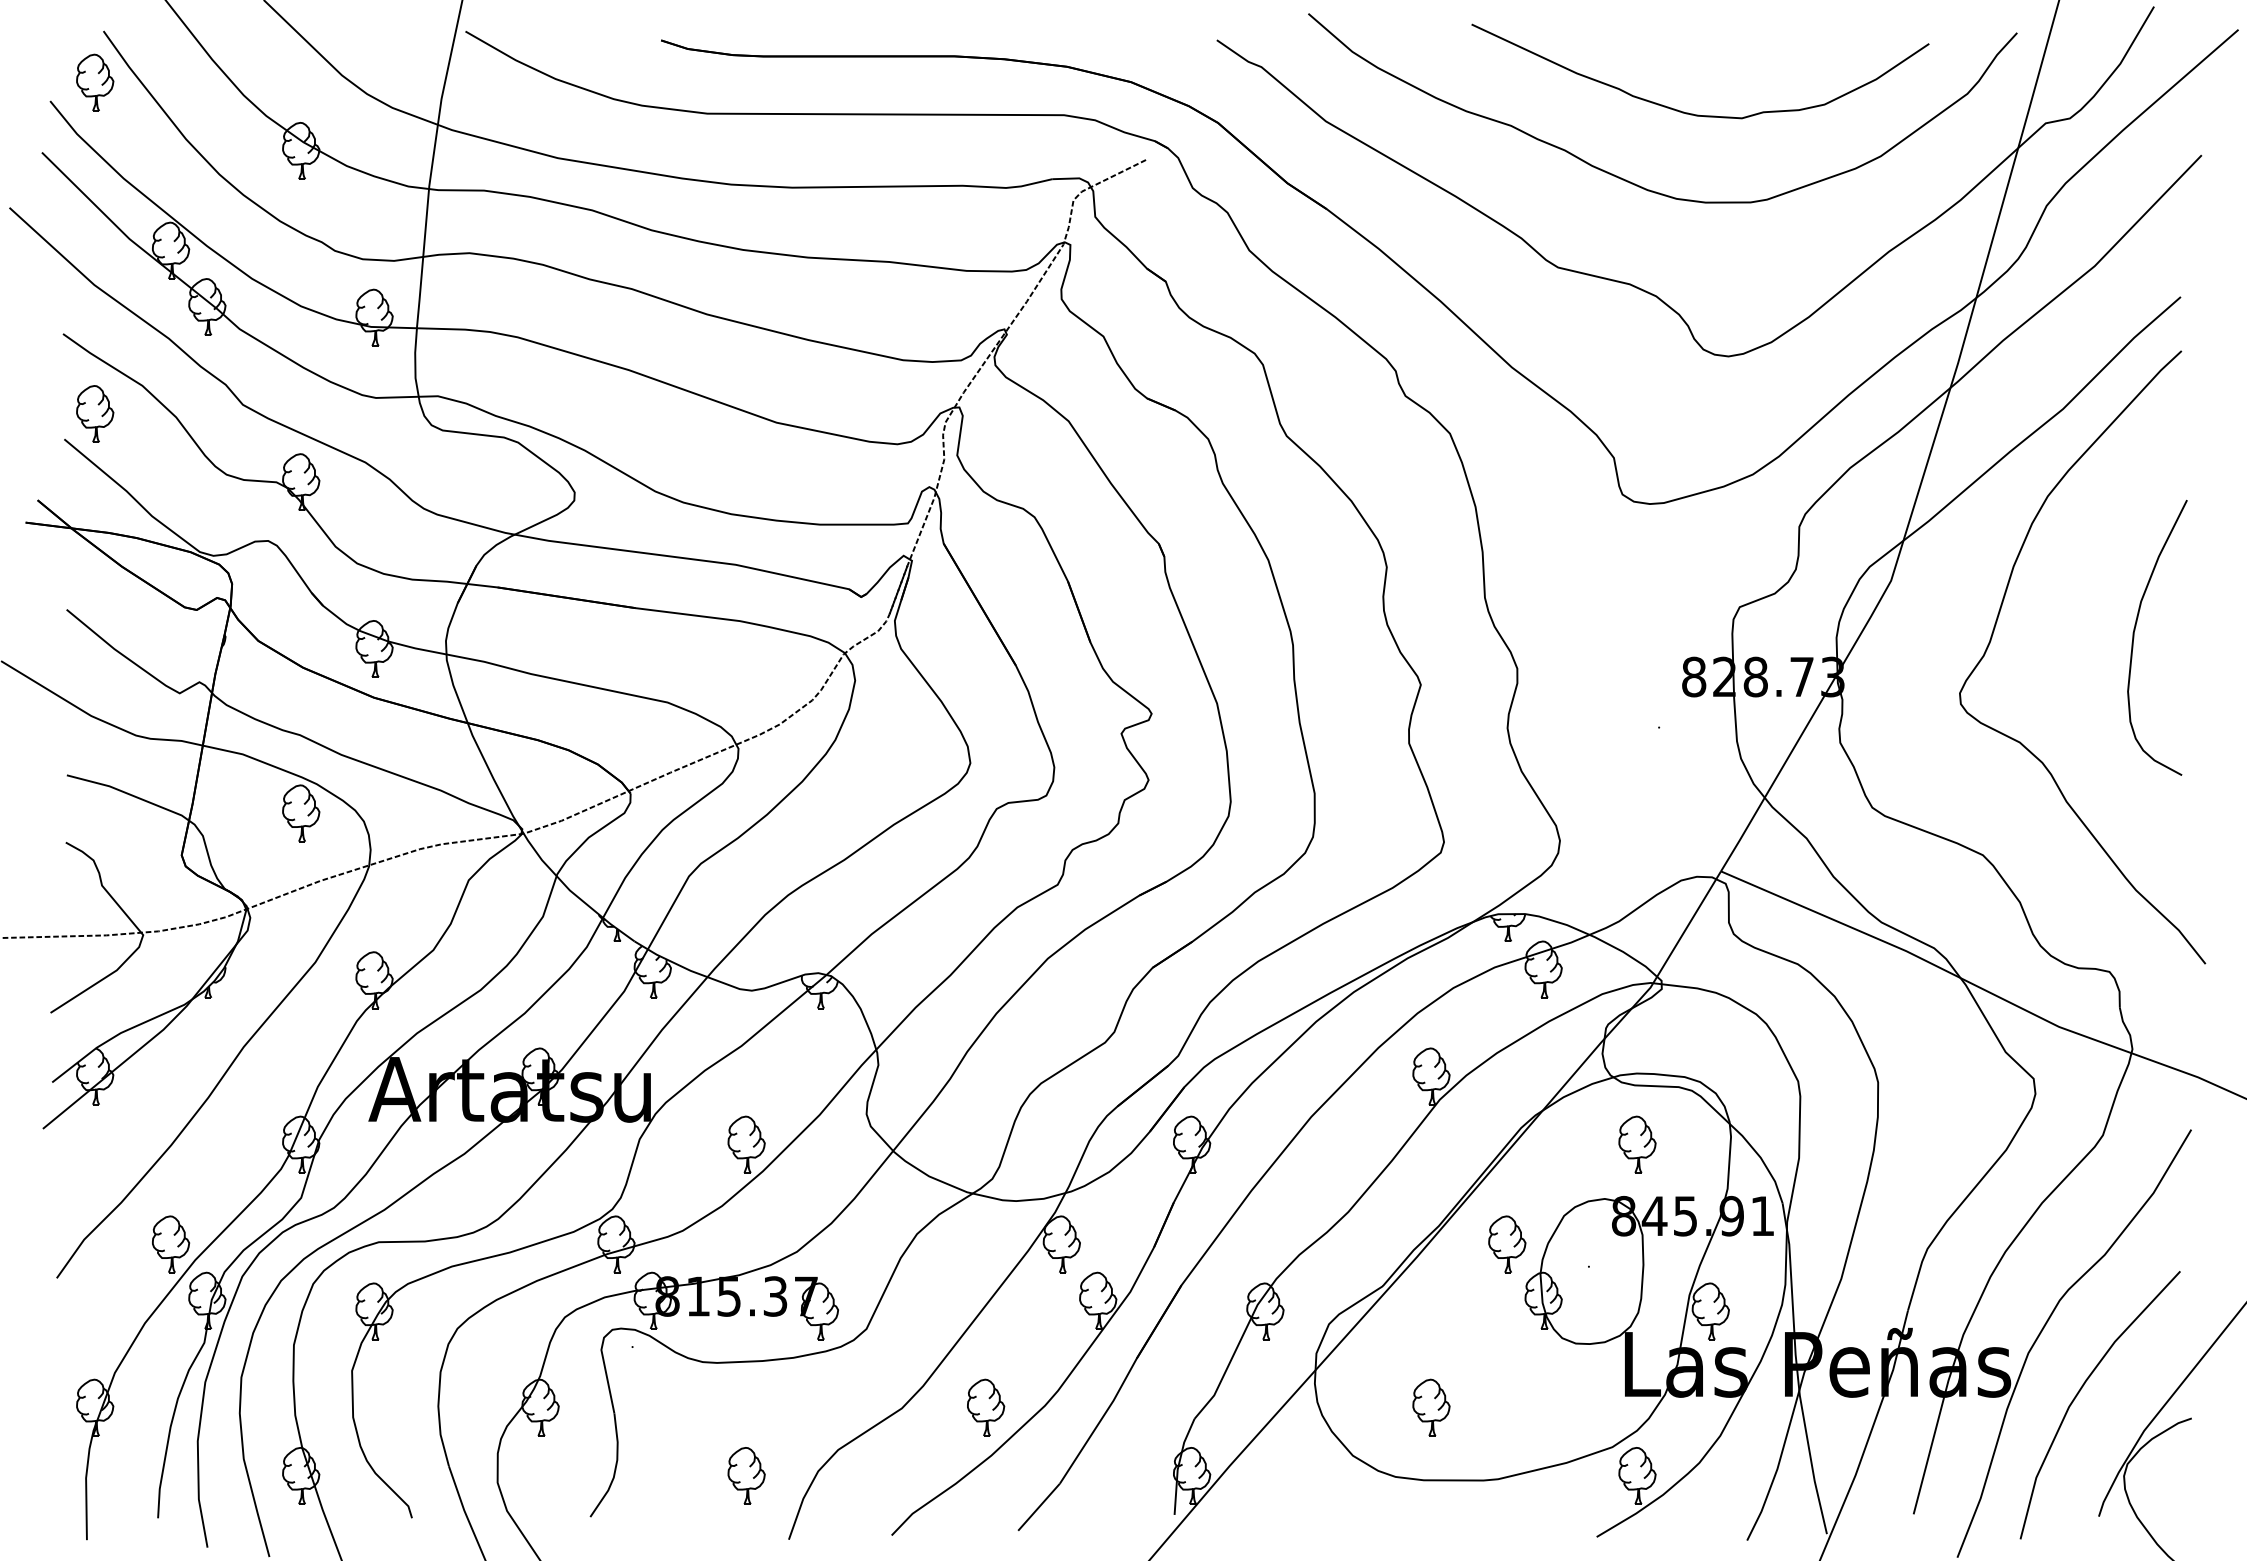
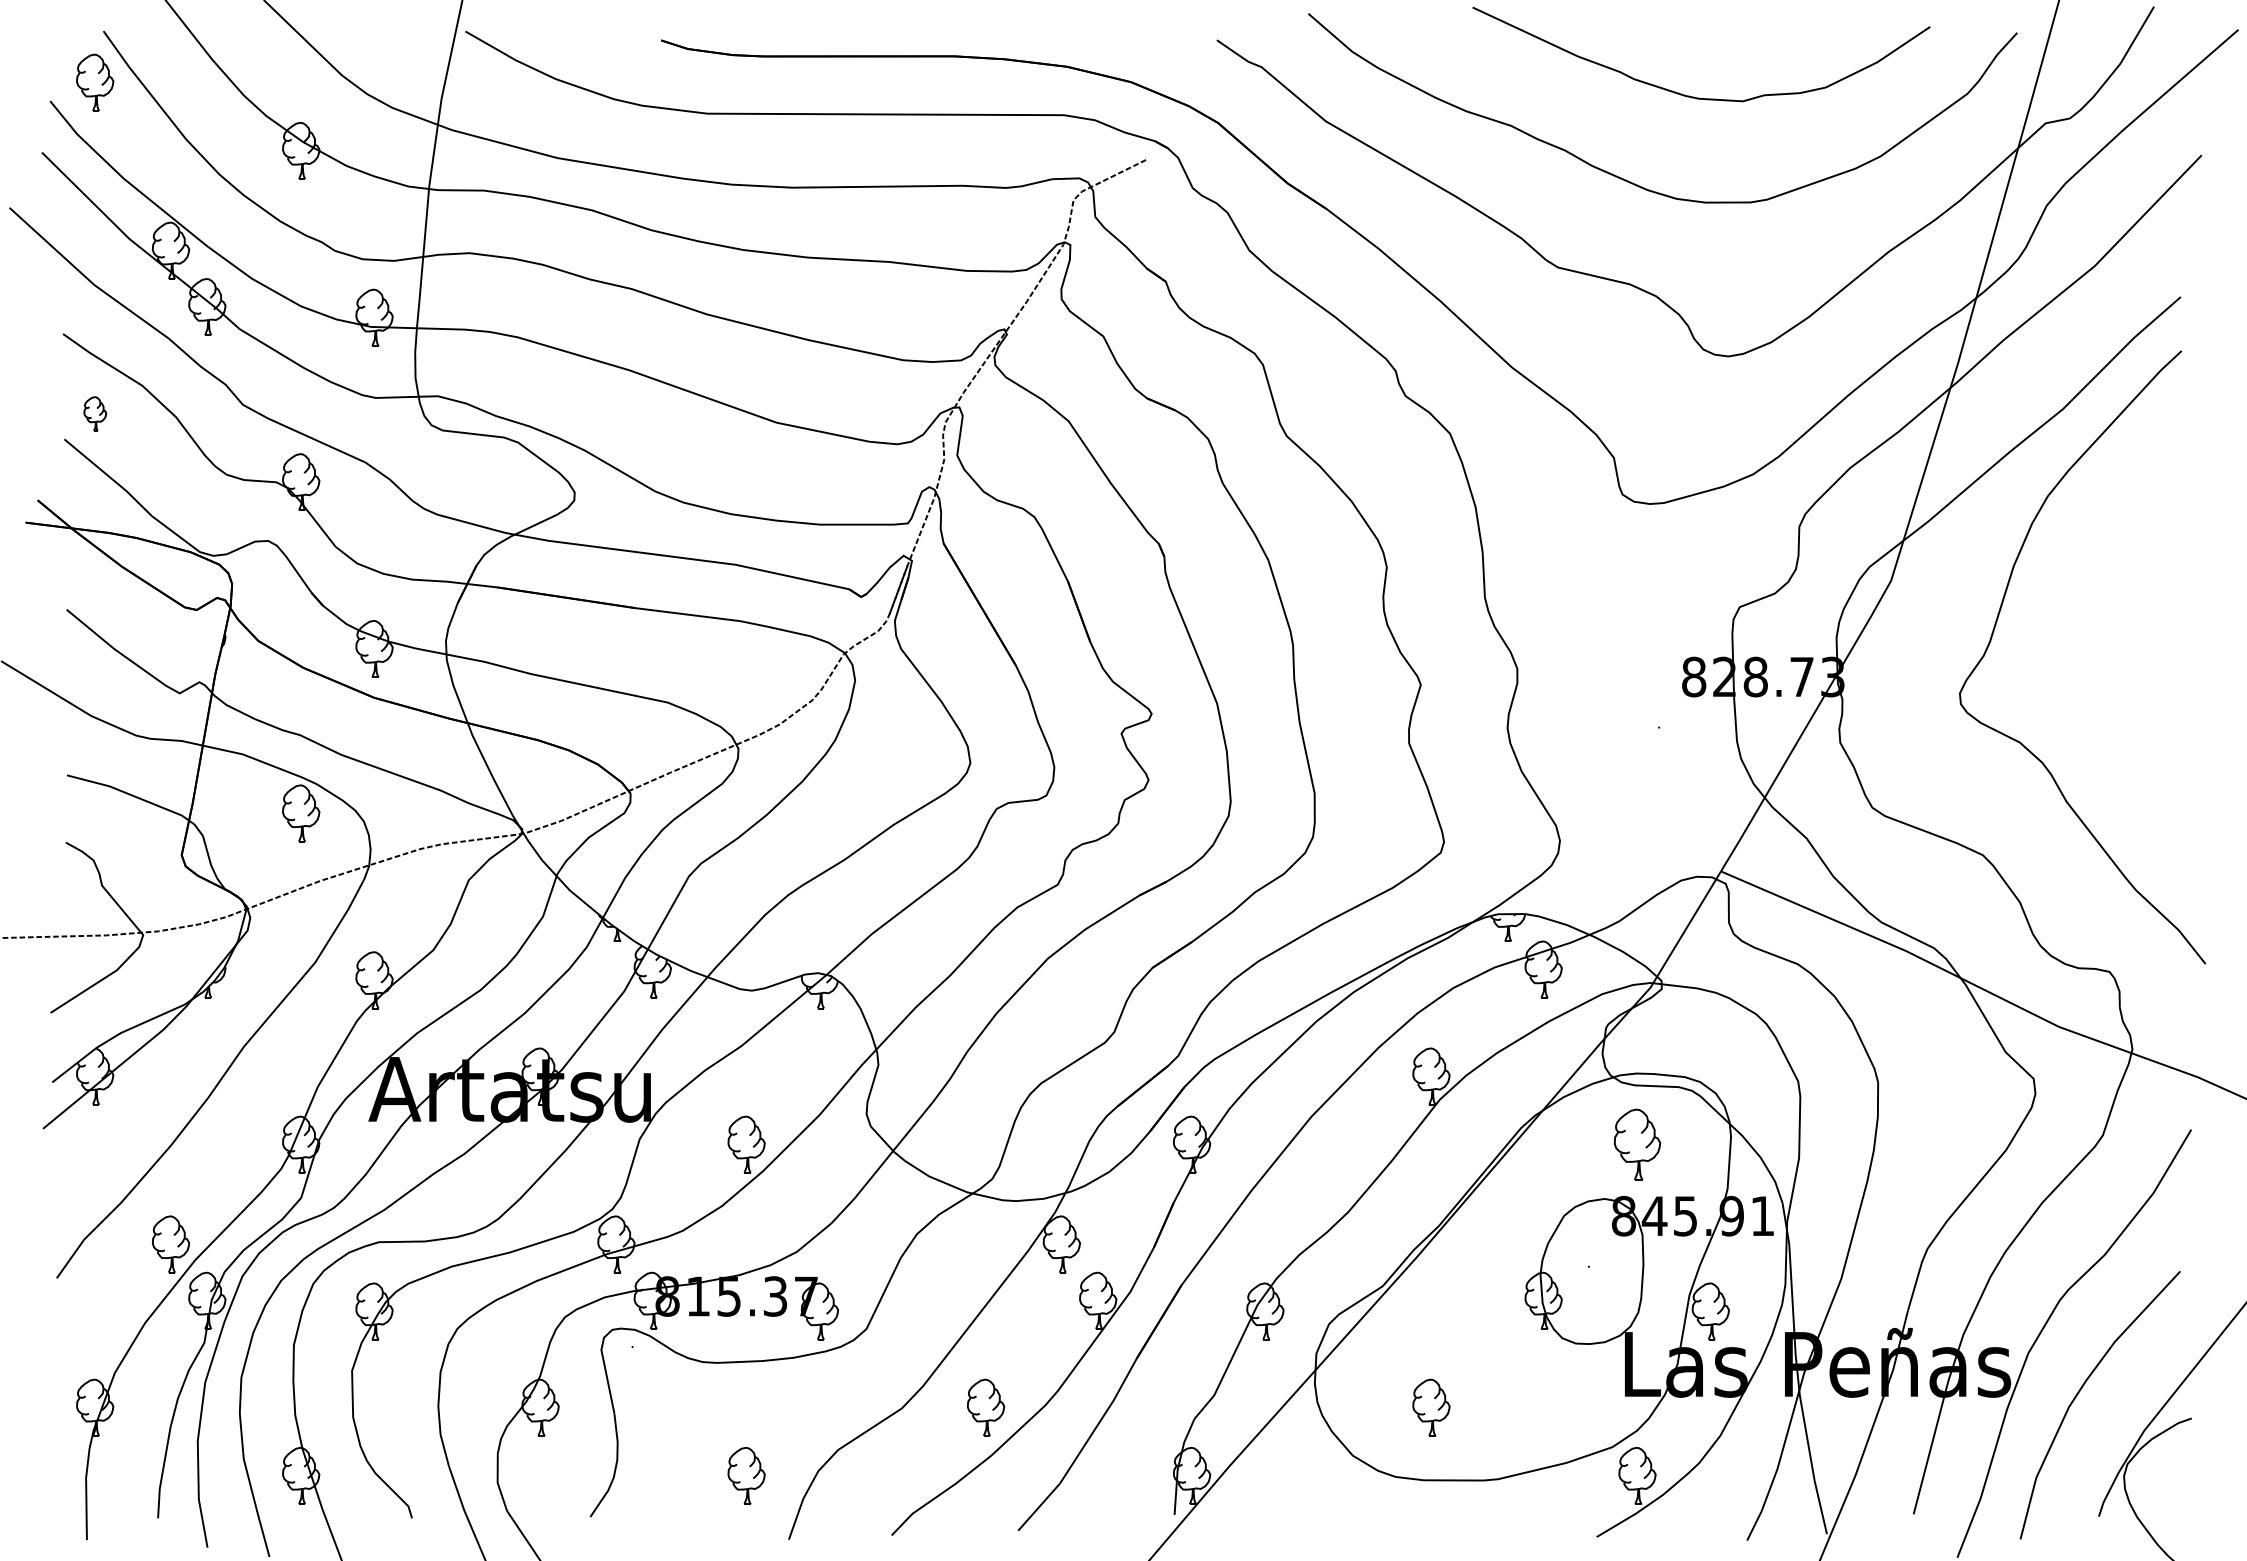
curve at (1693, 113) position: (1693, 113) -> (1694, 96)
part at (95, 413) size: 39x58 px -> 25x36 px
curve at (2134, 637): present -> none
part at (1637, 1144) size: 39x59 px -> 48x73 px
part at (1507, 1244): present -> none
